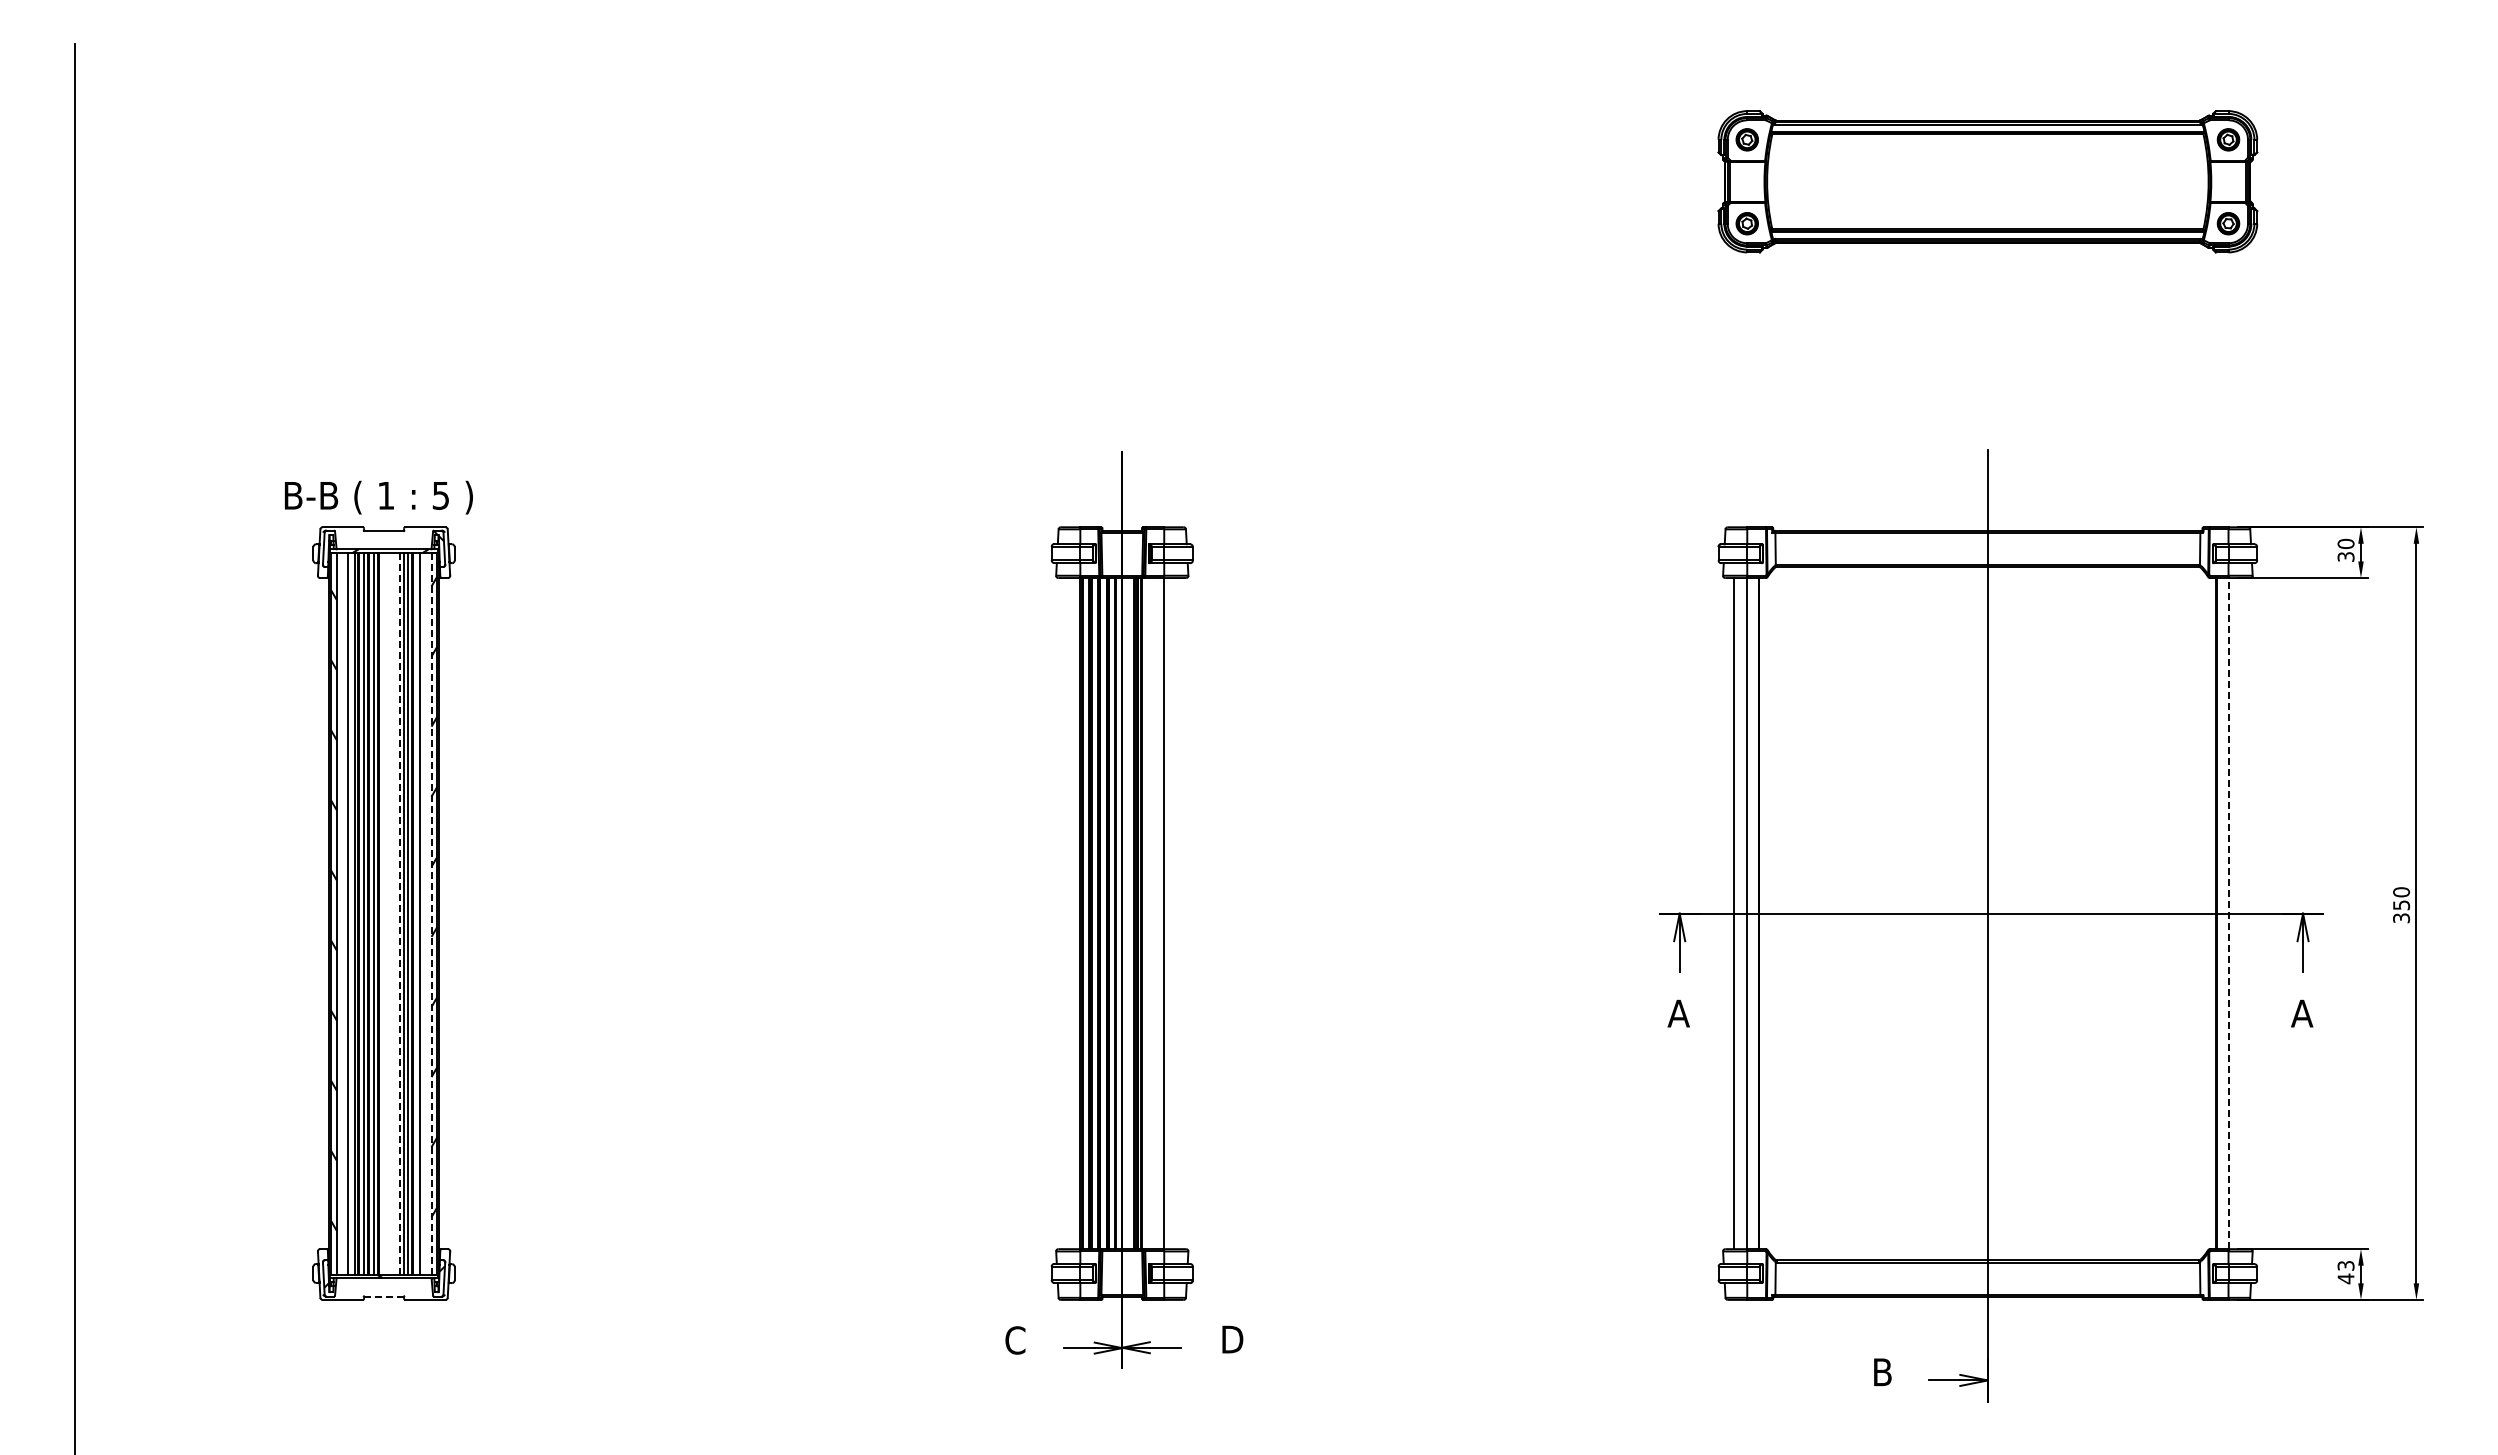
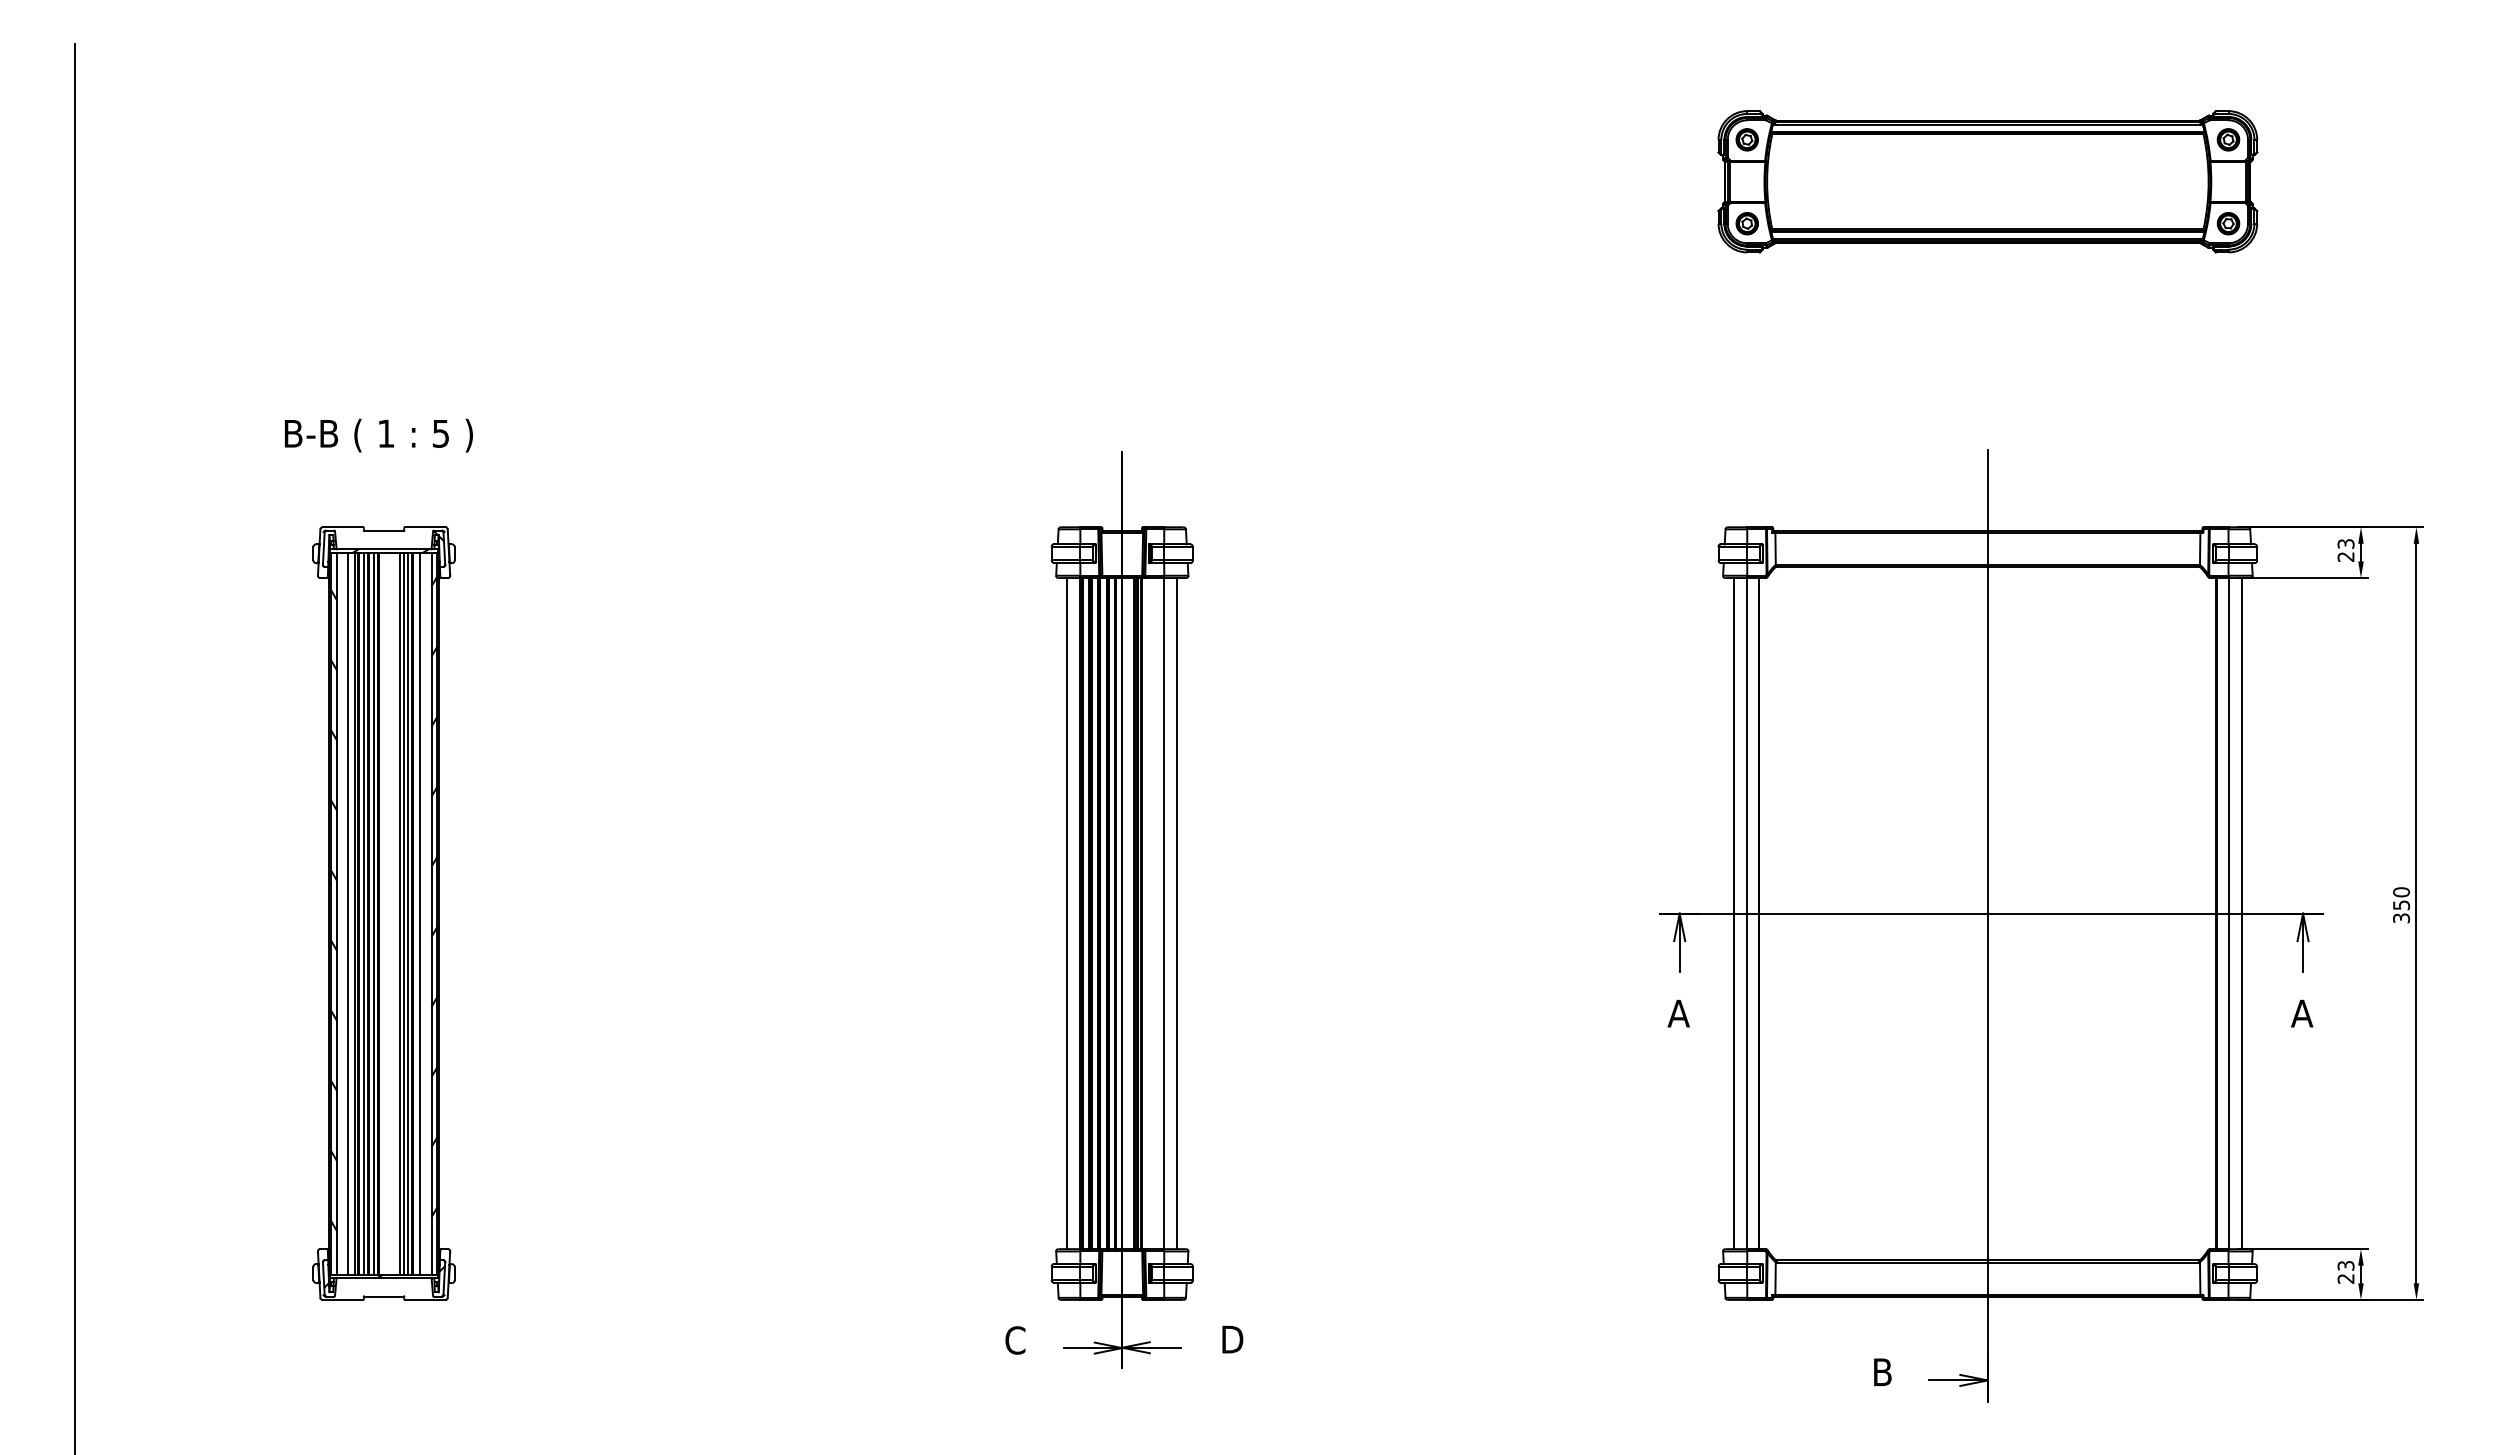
text at (378, 497) position: (378, 497) -> (378, 435)
text at (2345, 549): 30 -> 23
line at (399, 913): dashed -> solid
line at (431, 913): dashed -> solid
line at (1067, 913): none -> present
line at (1177, 913): none -> present
line at (2228, 913): dashed -> solid
line at (2241, 913): none -> present
text at (2345, 1278): 43 -> 23
line at (384, 1296): dashed -> solid
